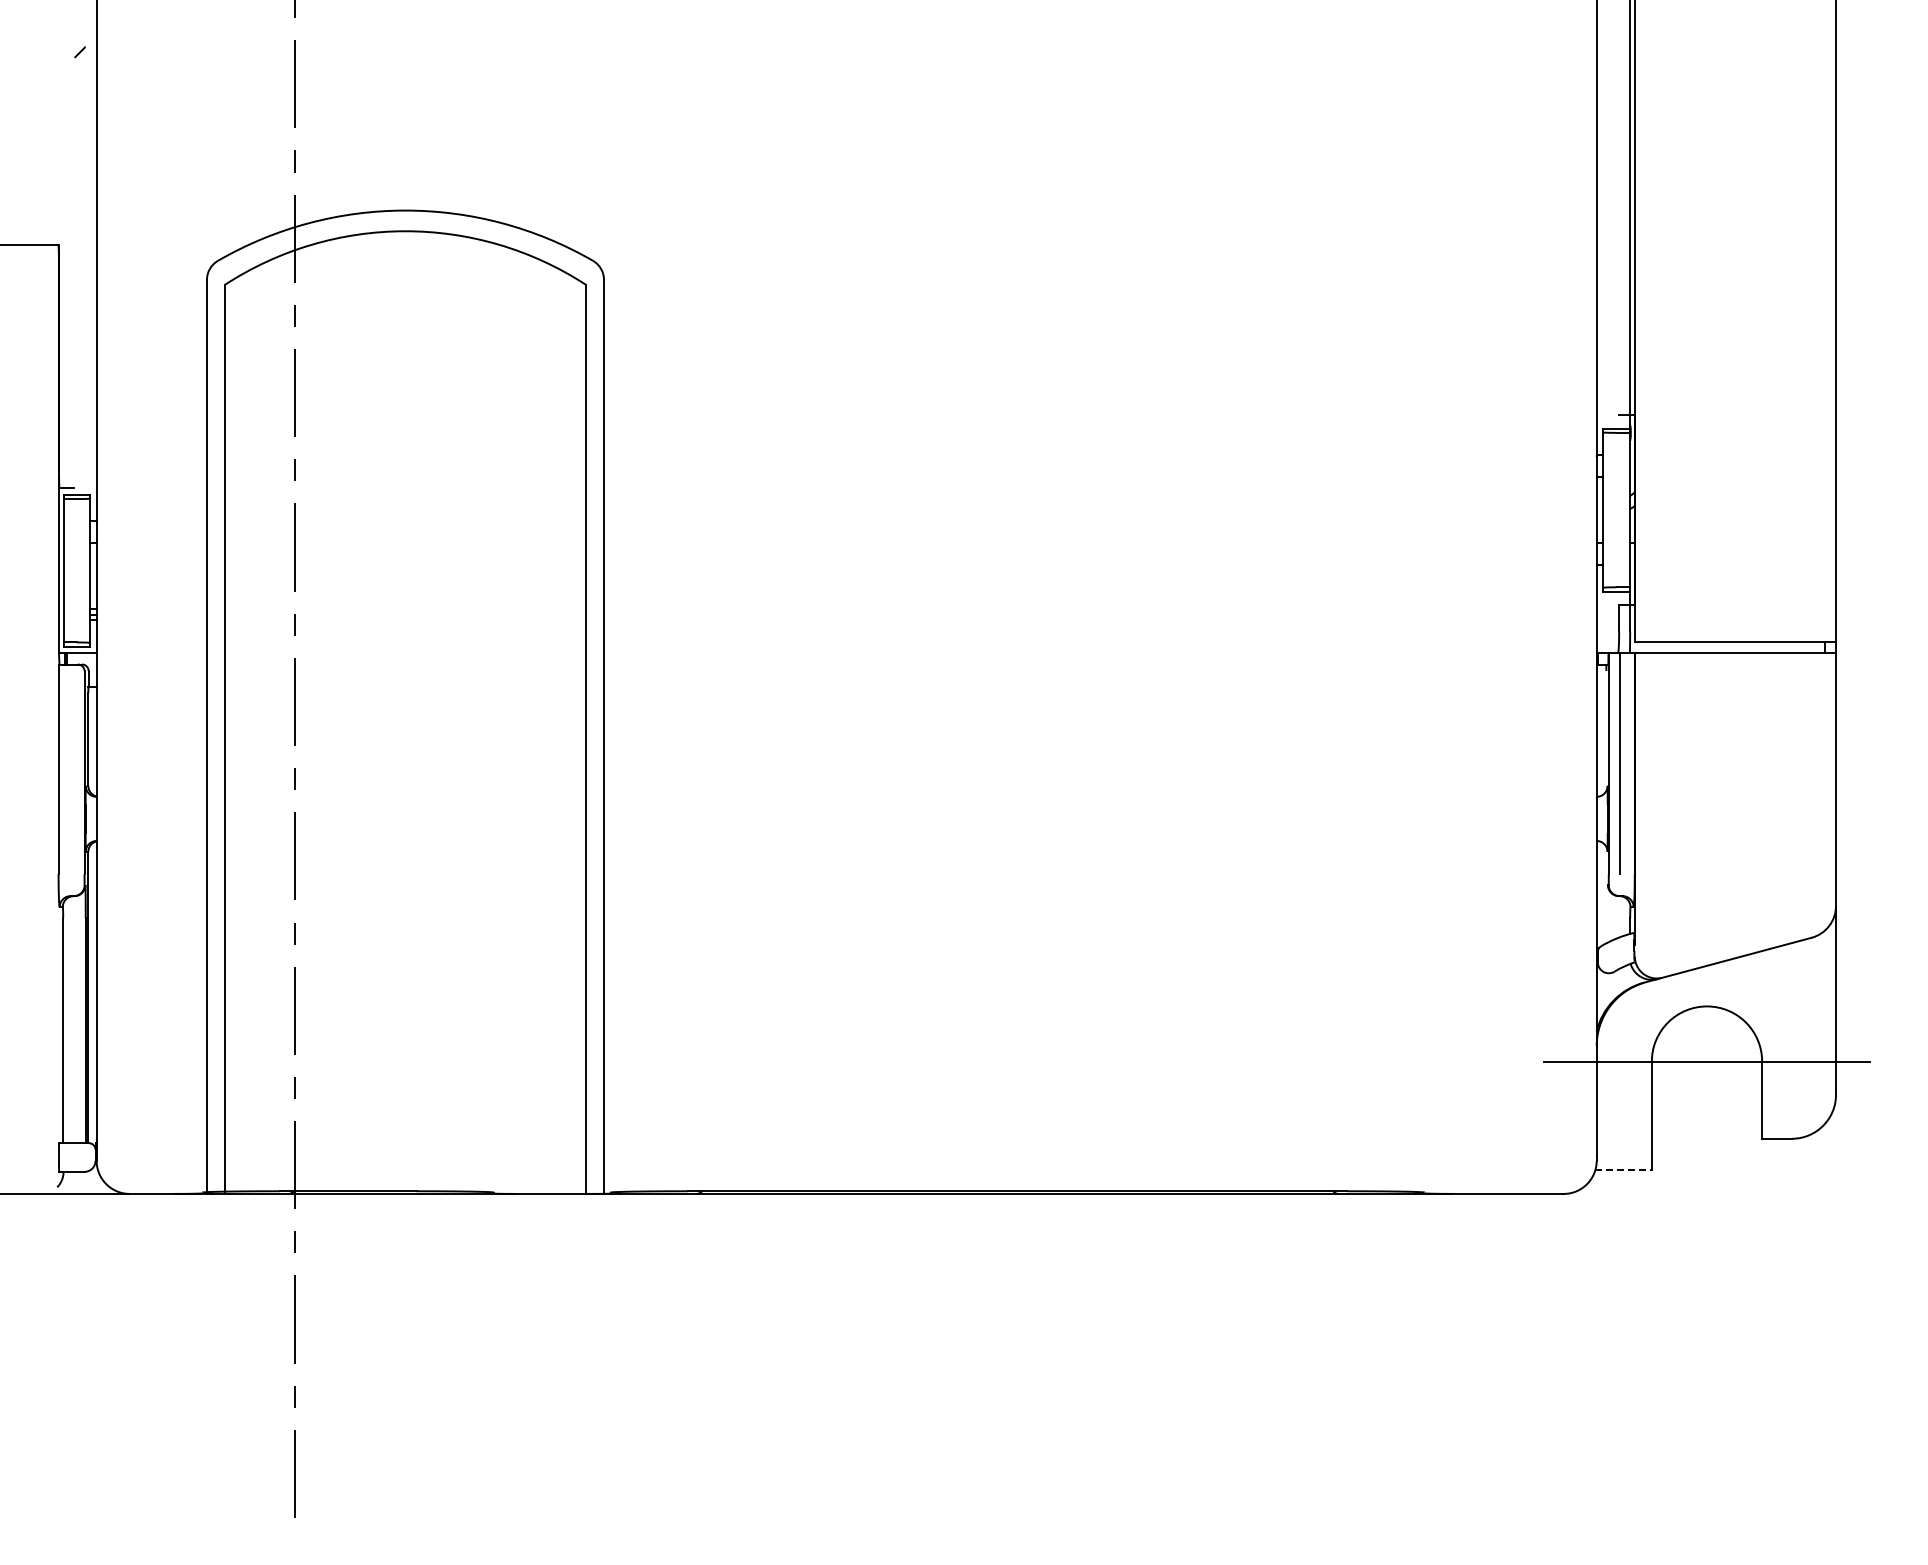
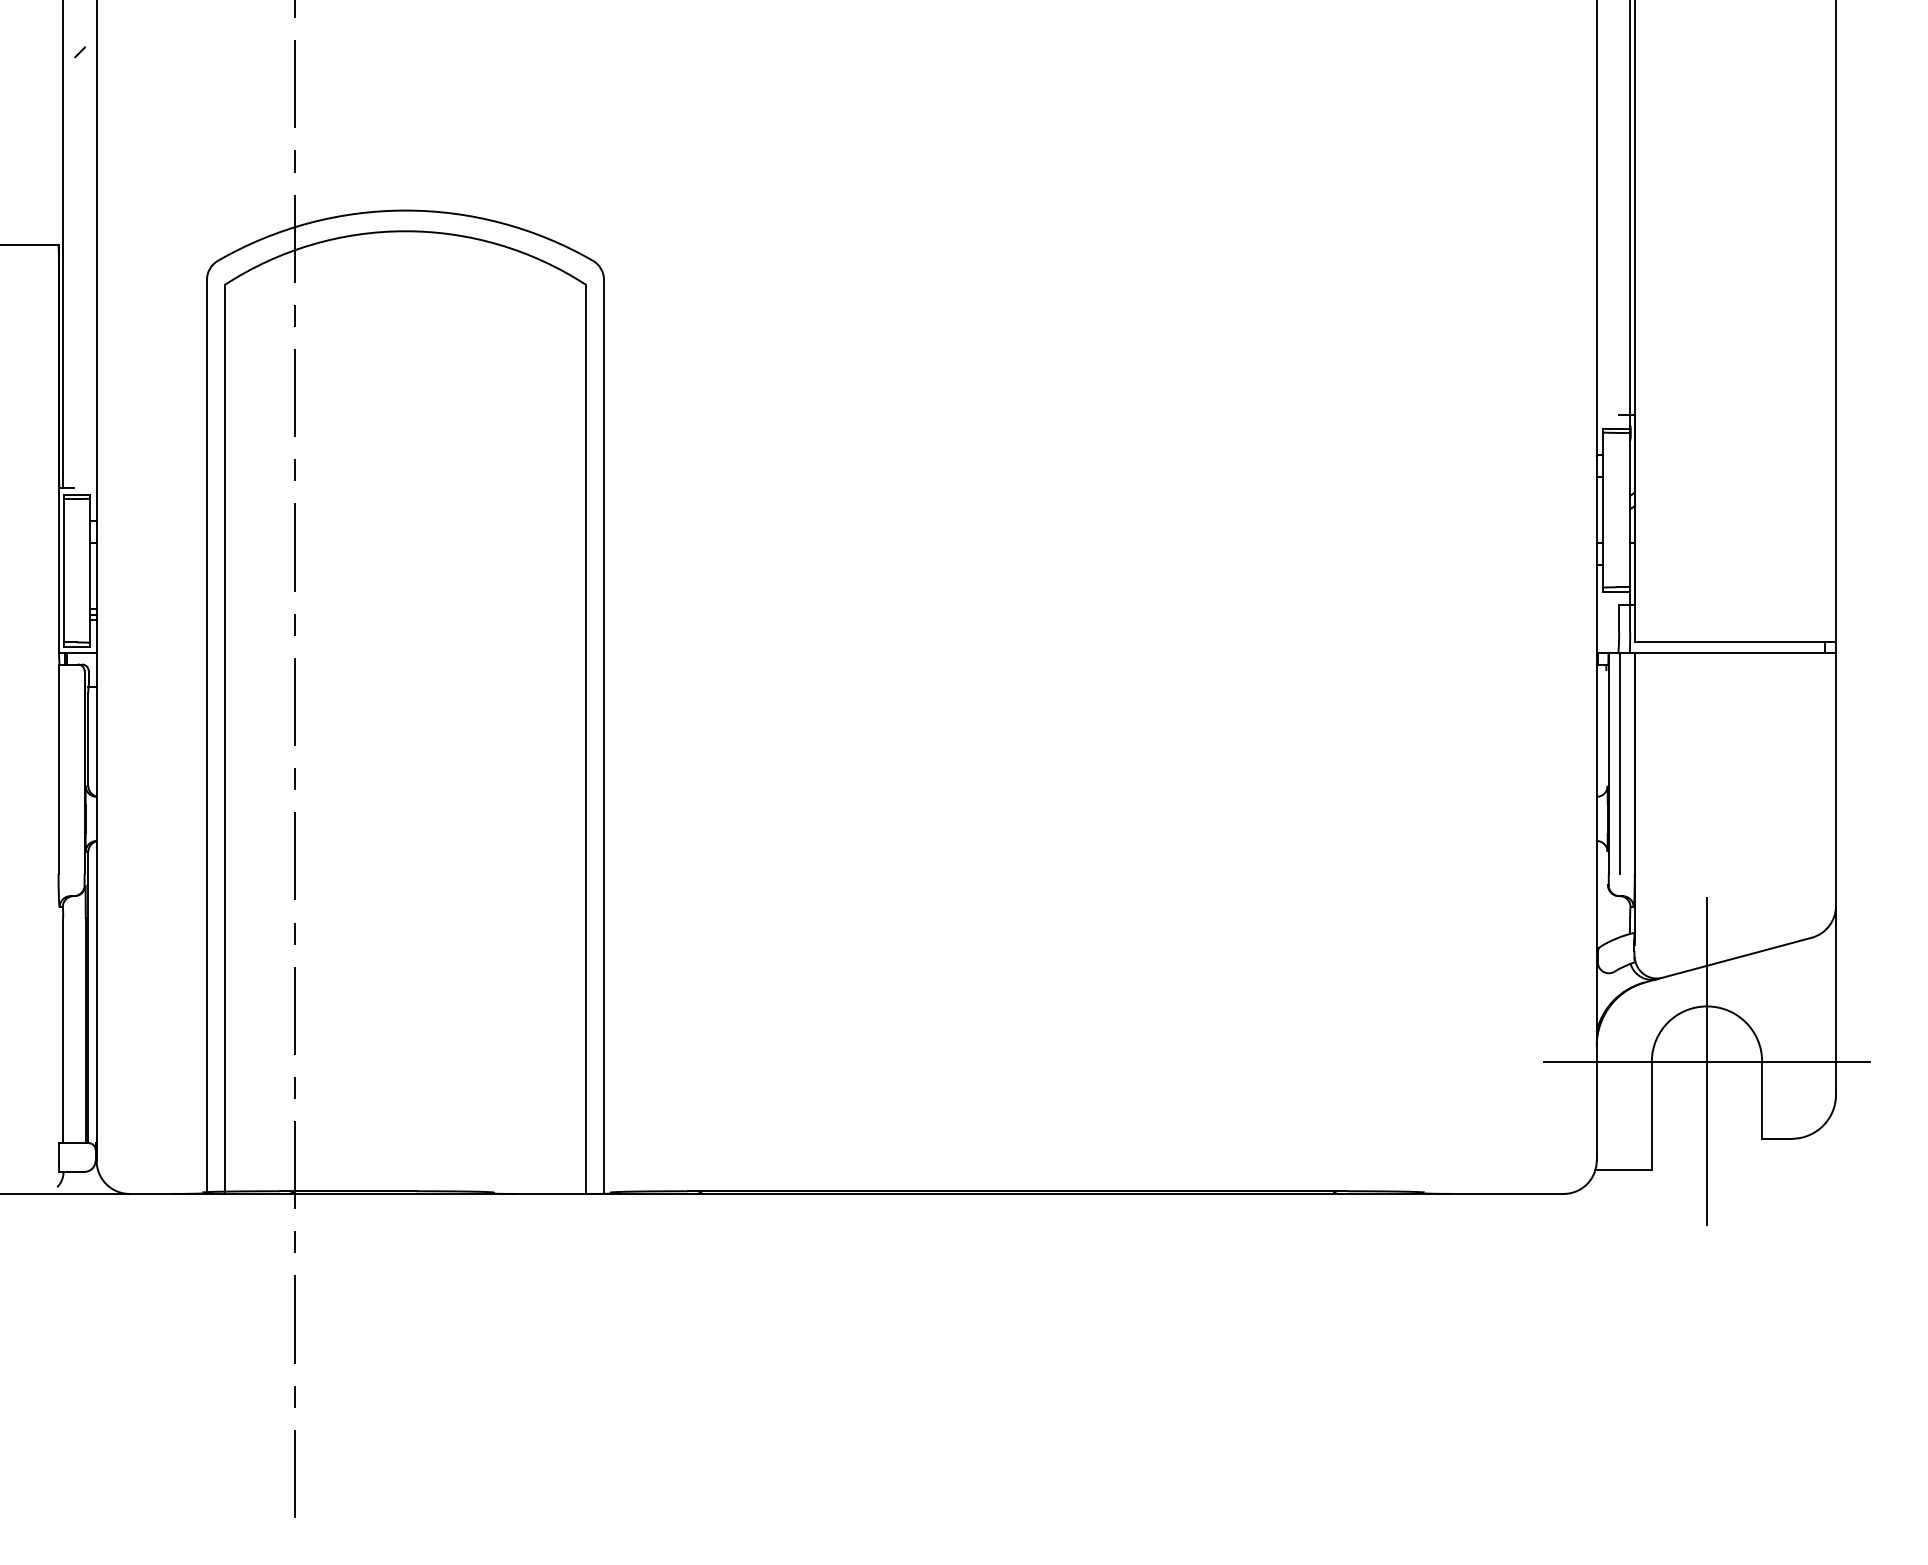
line at (63, 245): none -> present
line at (1707, 1061): none -> present
line at (1624, 1170): dashed -> solid
